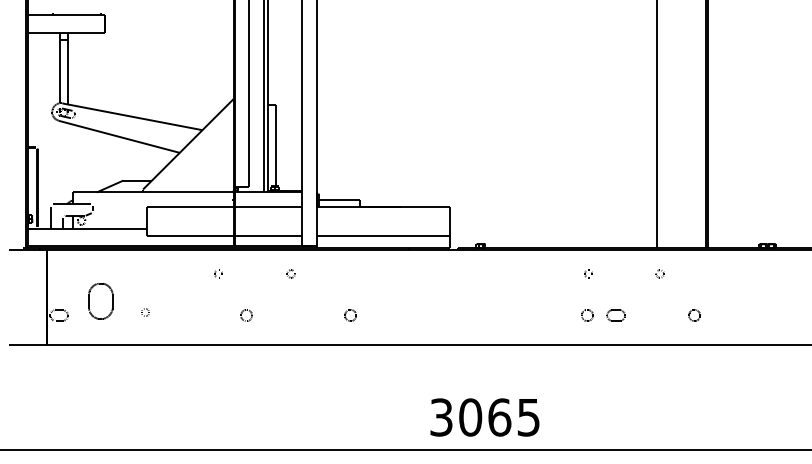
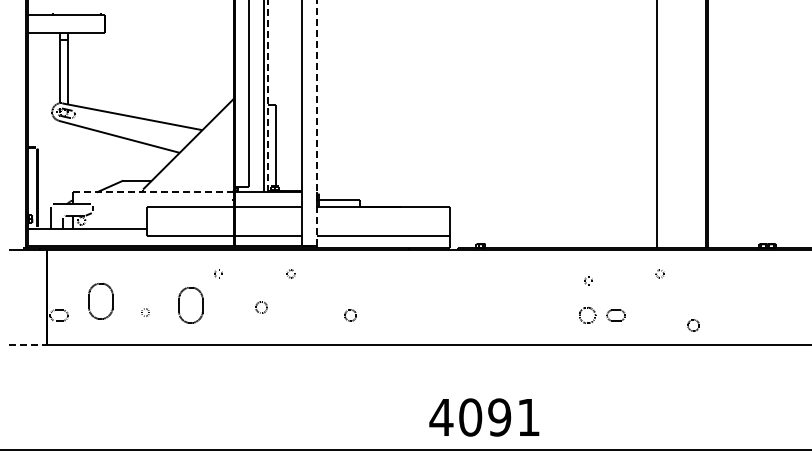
line at (268, 96): solid -> dashed
line at (316, 123): solid -> dashed
line at (153, 192): solid -> dashed
part at (588, 273) position: (588, 273) -> (588, 280)
part at (190, 305): none -> present
part at (246, 315) position: (246, 315) -> (261, 307)
part at (587, 315) size: 13x13 px -> 18x18 px
part at (694, 315) position: (694, 315) -> (693, 325)
line at (28, 345): solid -> dashed
text at (484, 417): 3065 -> 4091
